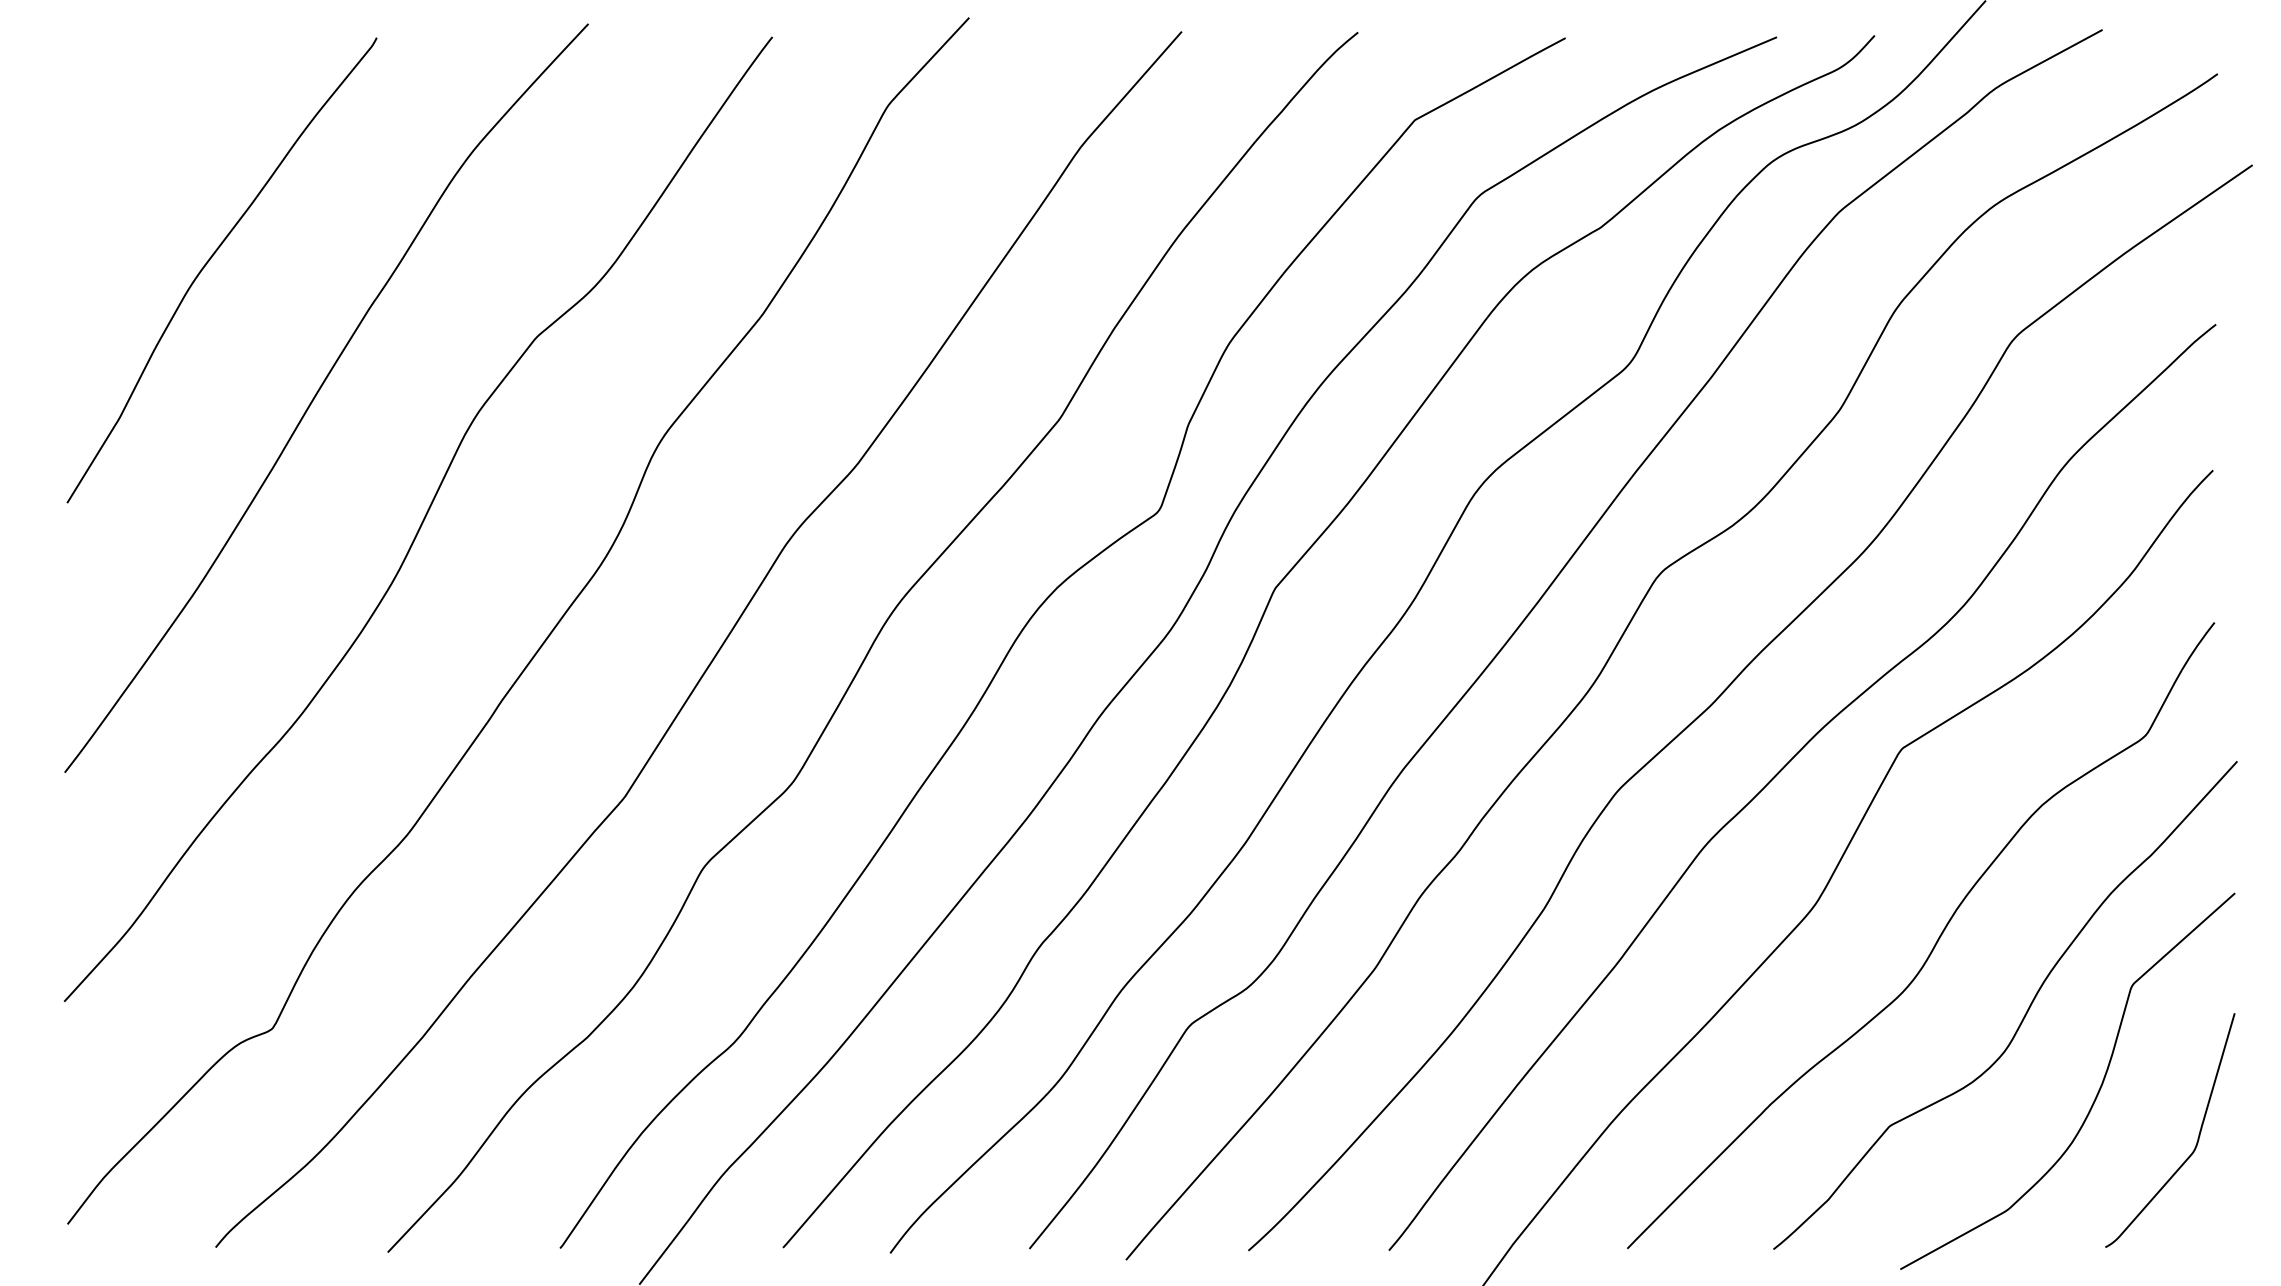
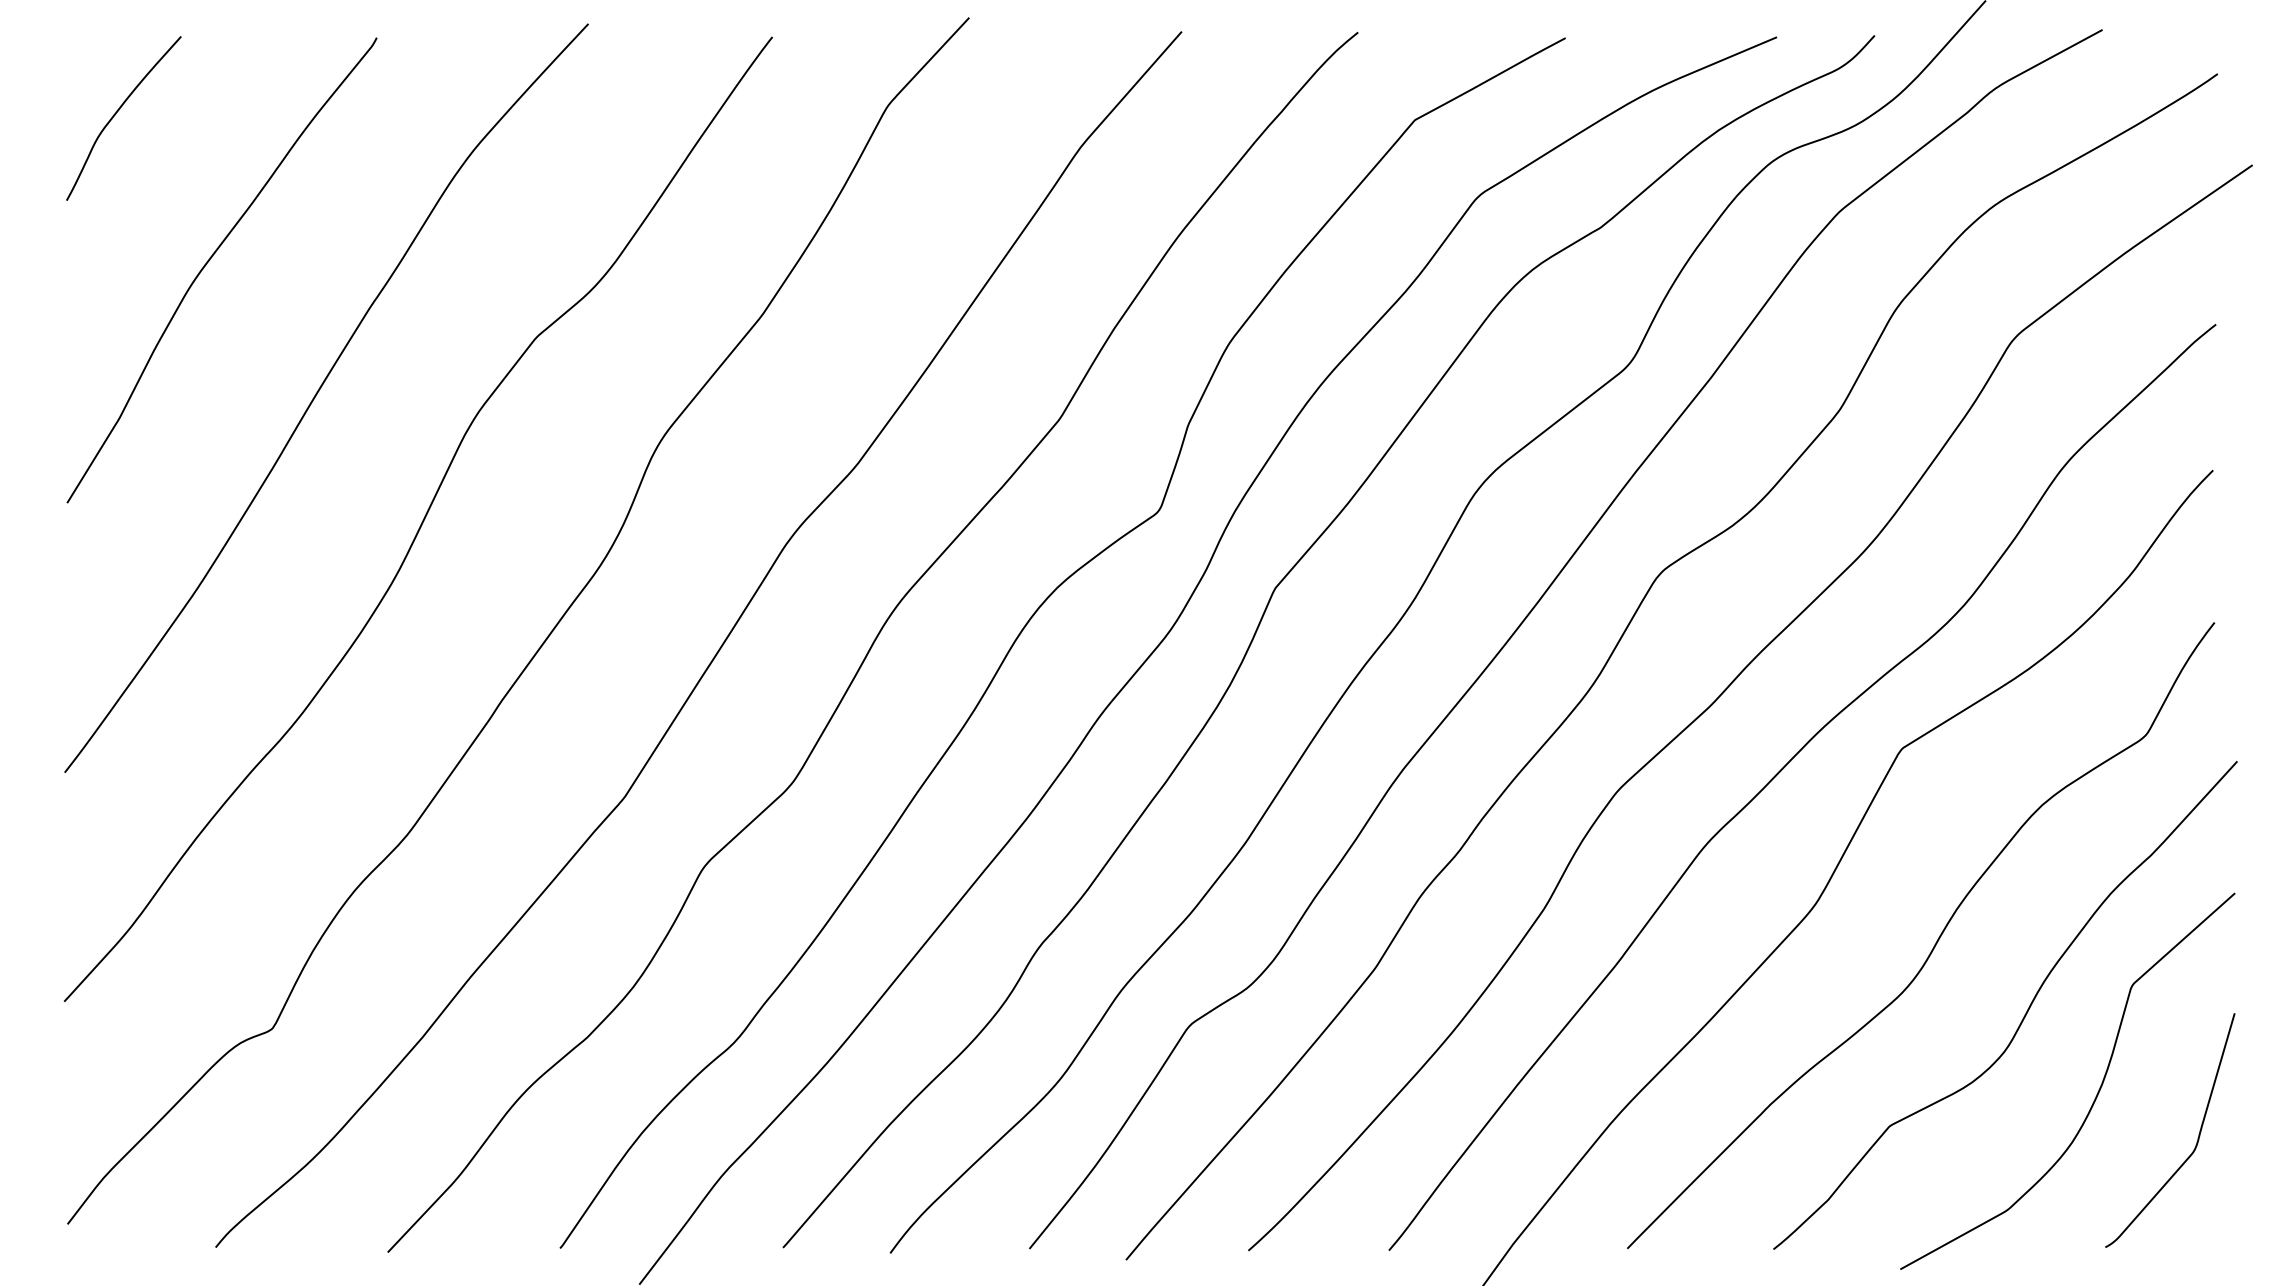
curve at (116, 114): none -> present
